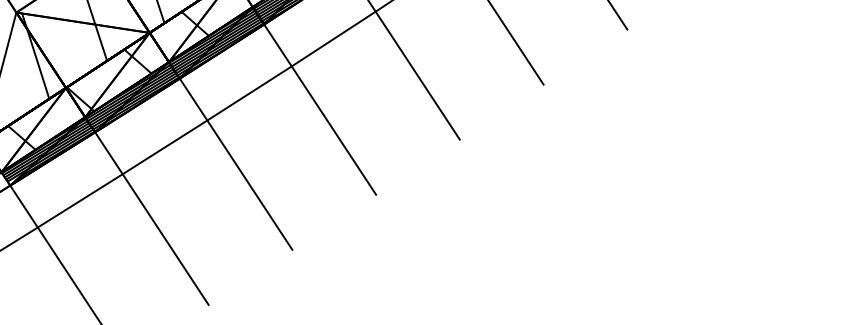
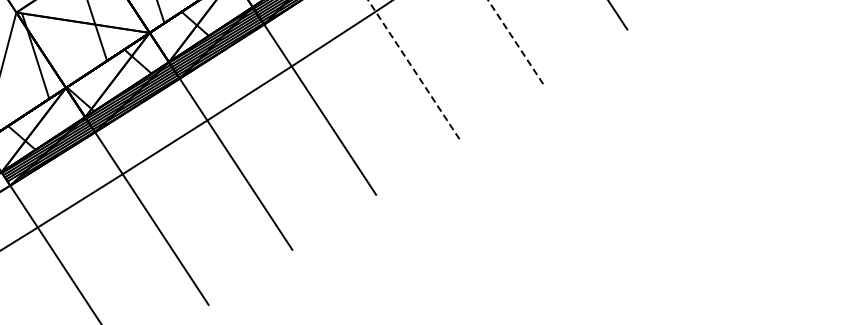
line at (516, 42): solid -> dashed
line at (414, 70): solid -> dashed
